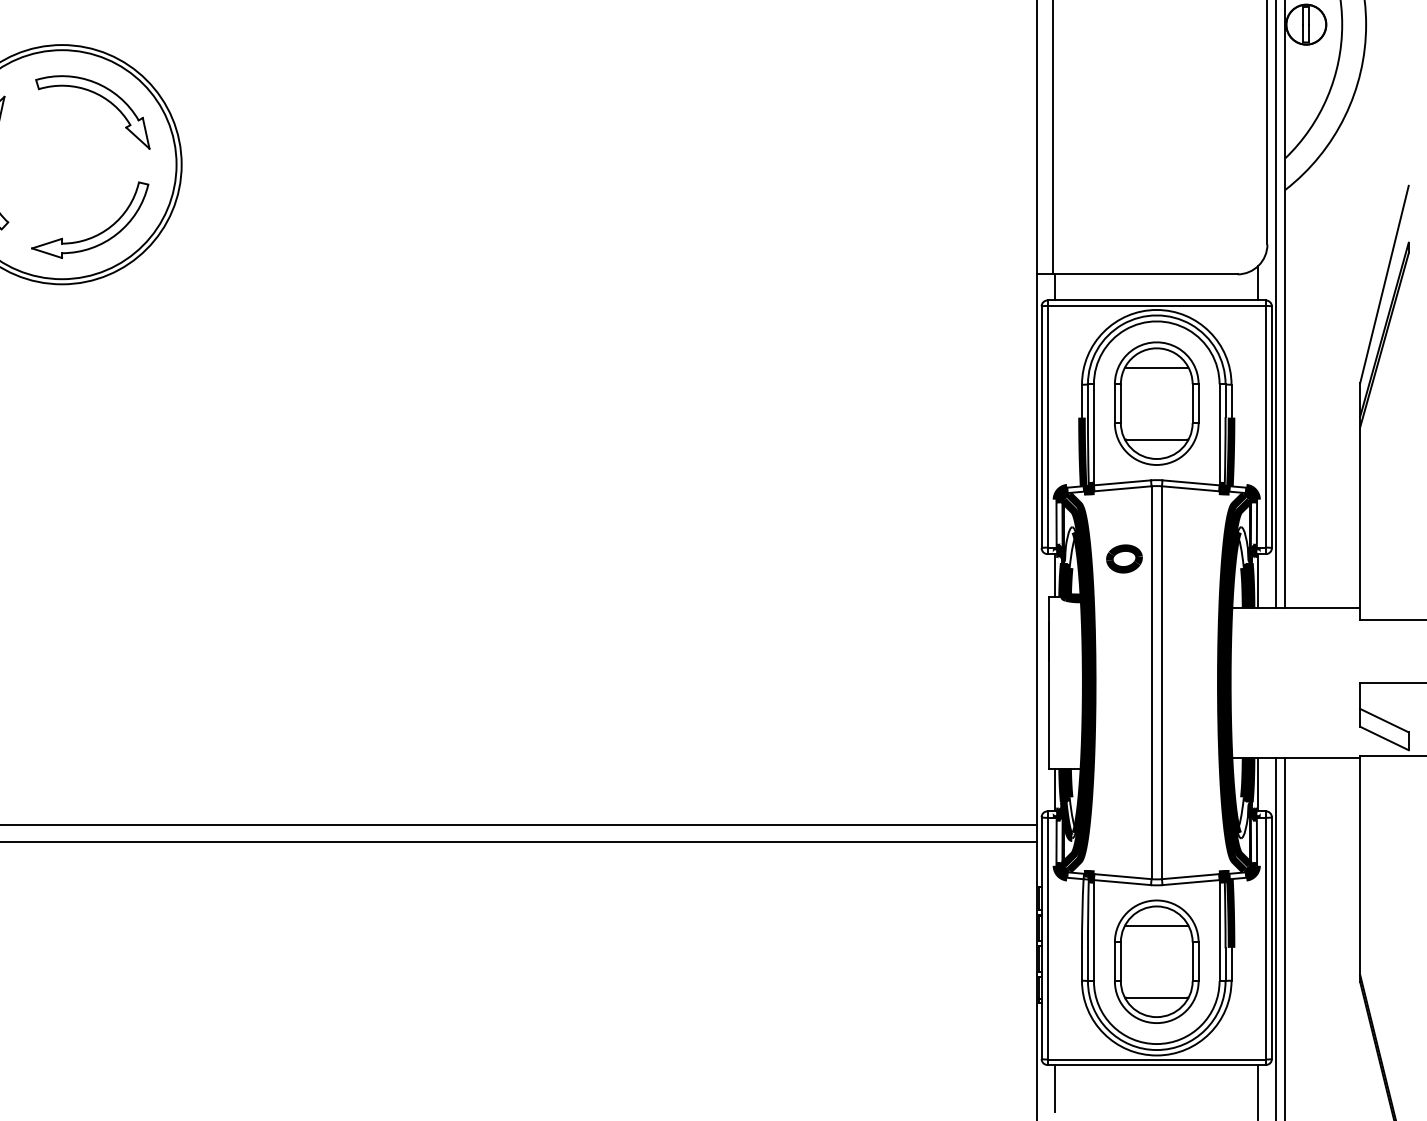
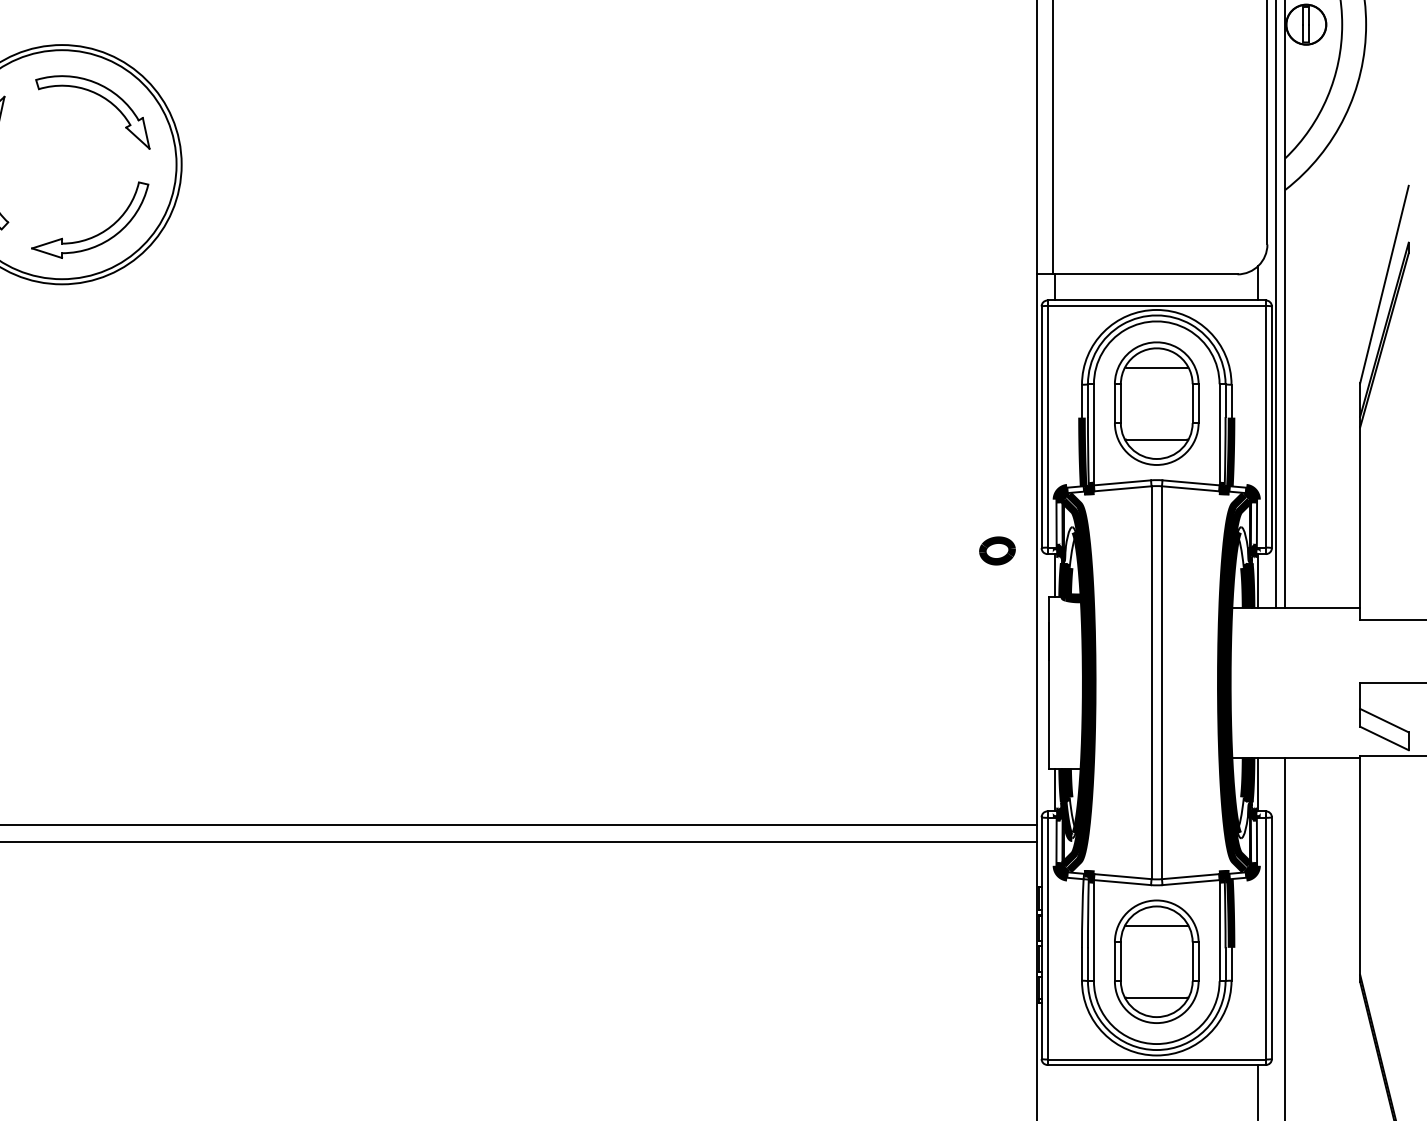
part at (1124, 558) position: (1124, 558) -> (997, 550)
line at (1276, 937): present -> none
line at (1055, 1087): present -> none
